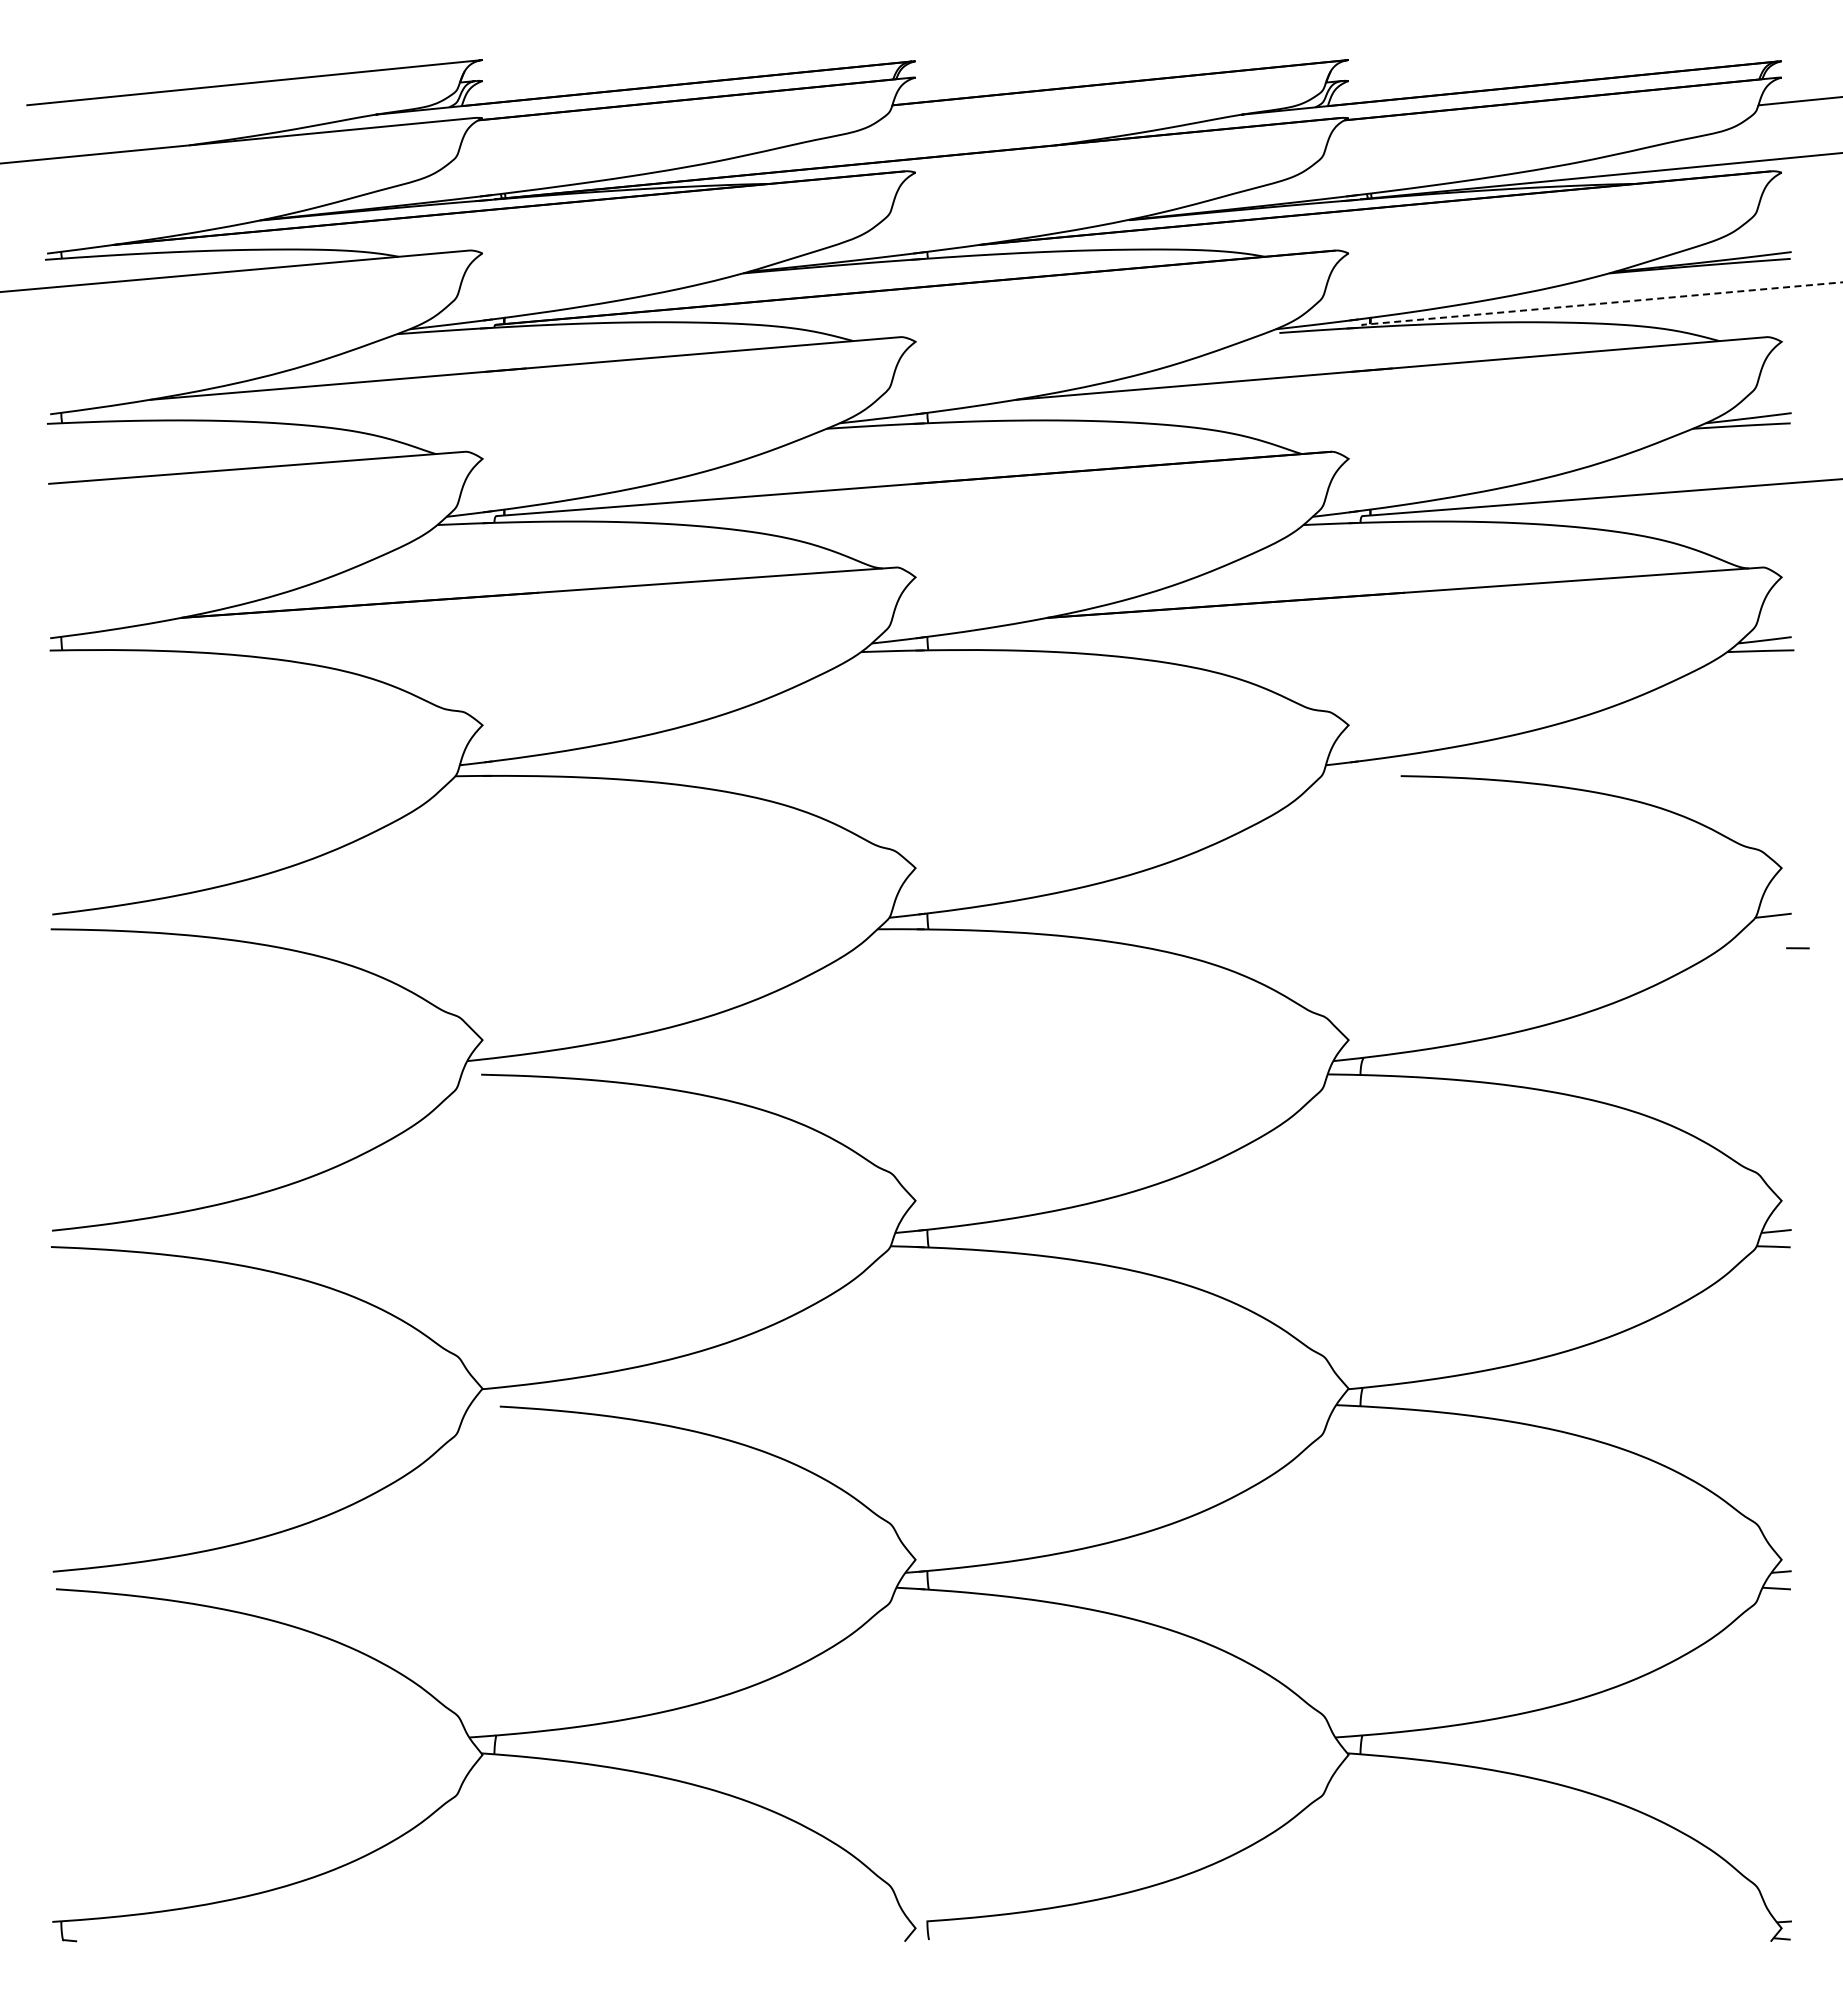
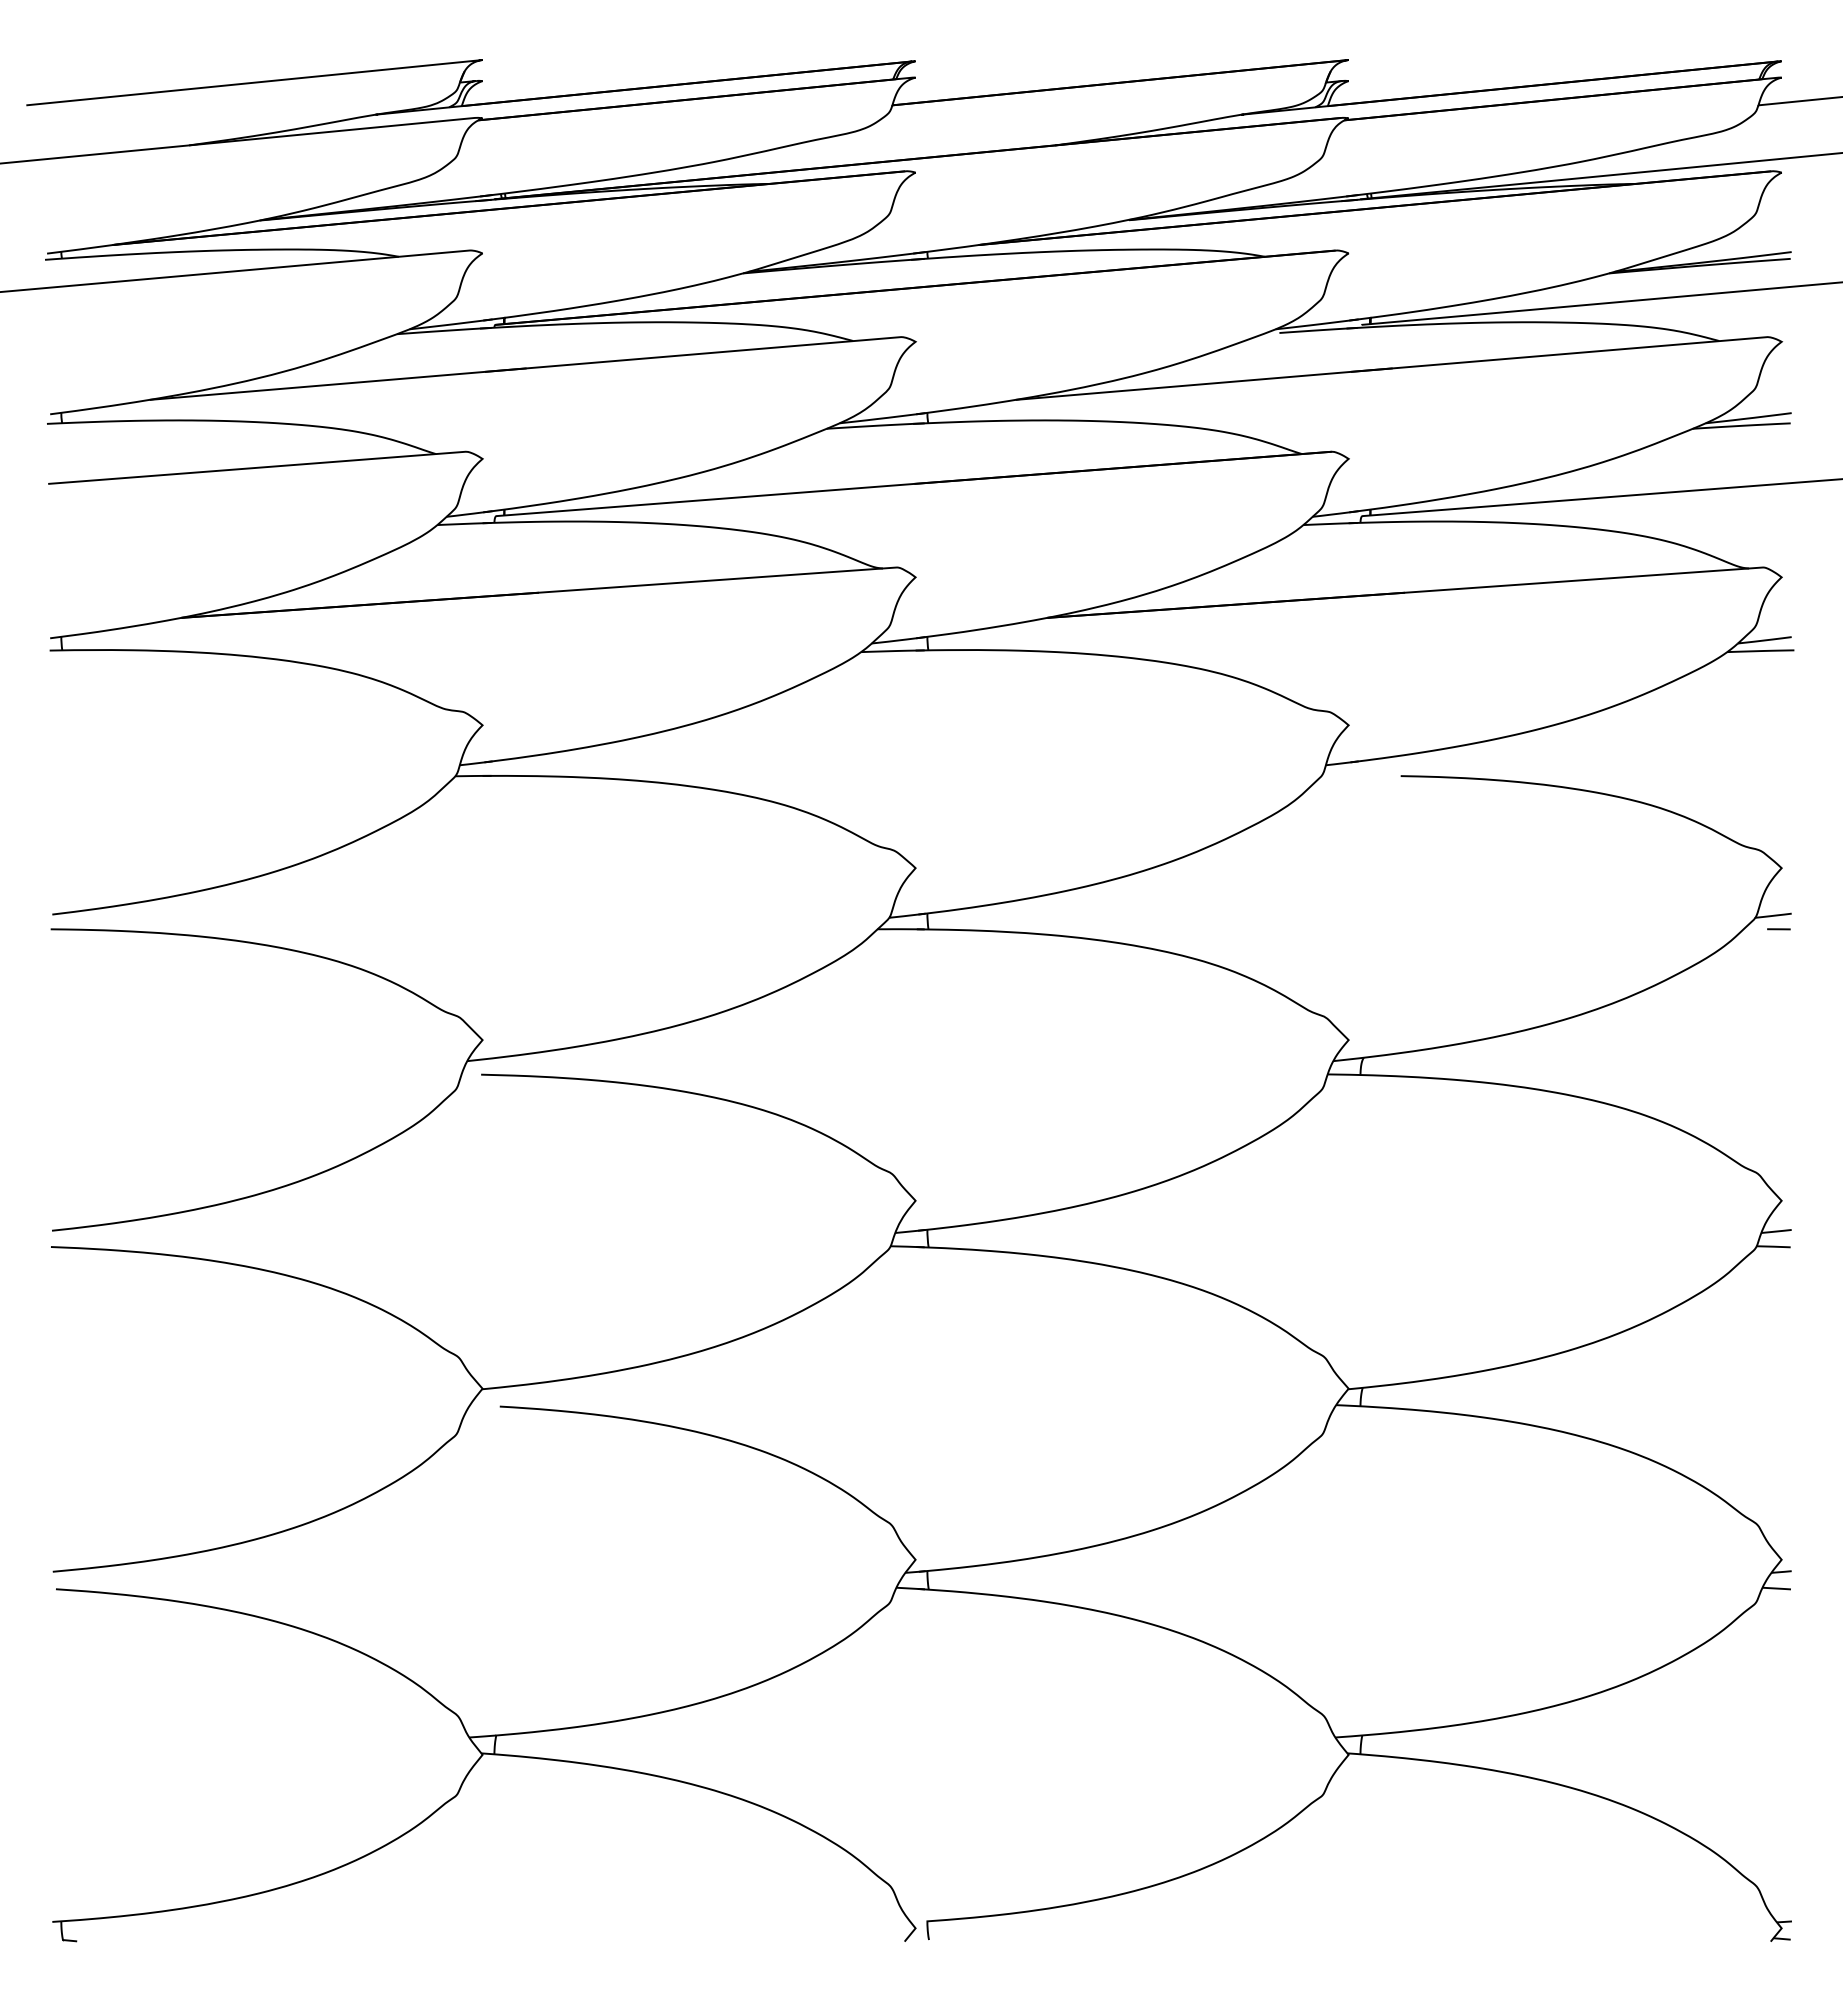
line at (1600, 303): dashed -> solid
line at (1797, 948) position: (1797, 948) -> (1778, 929)
